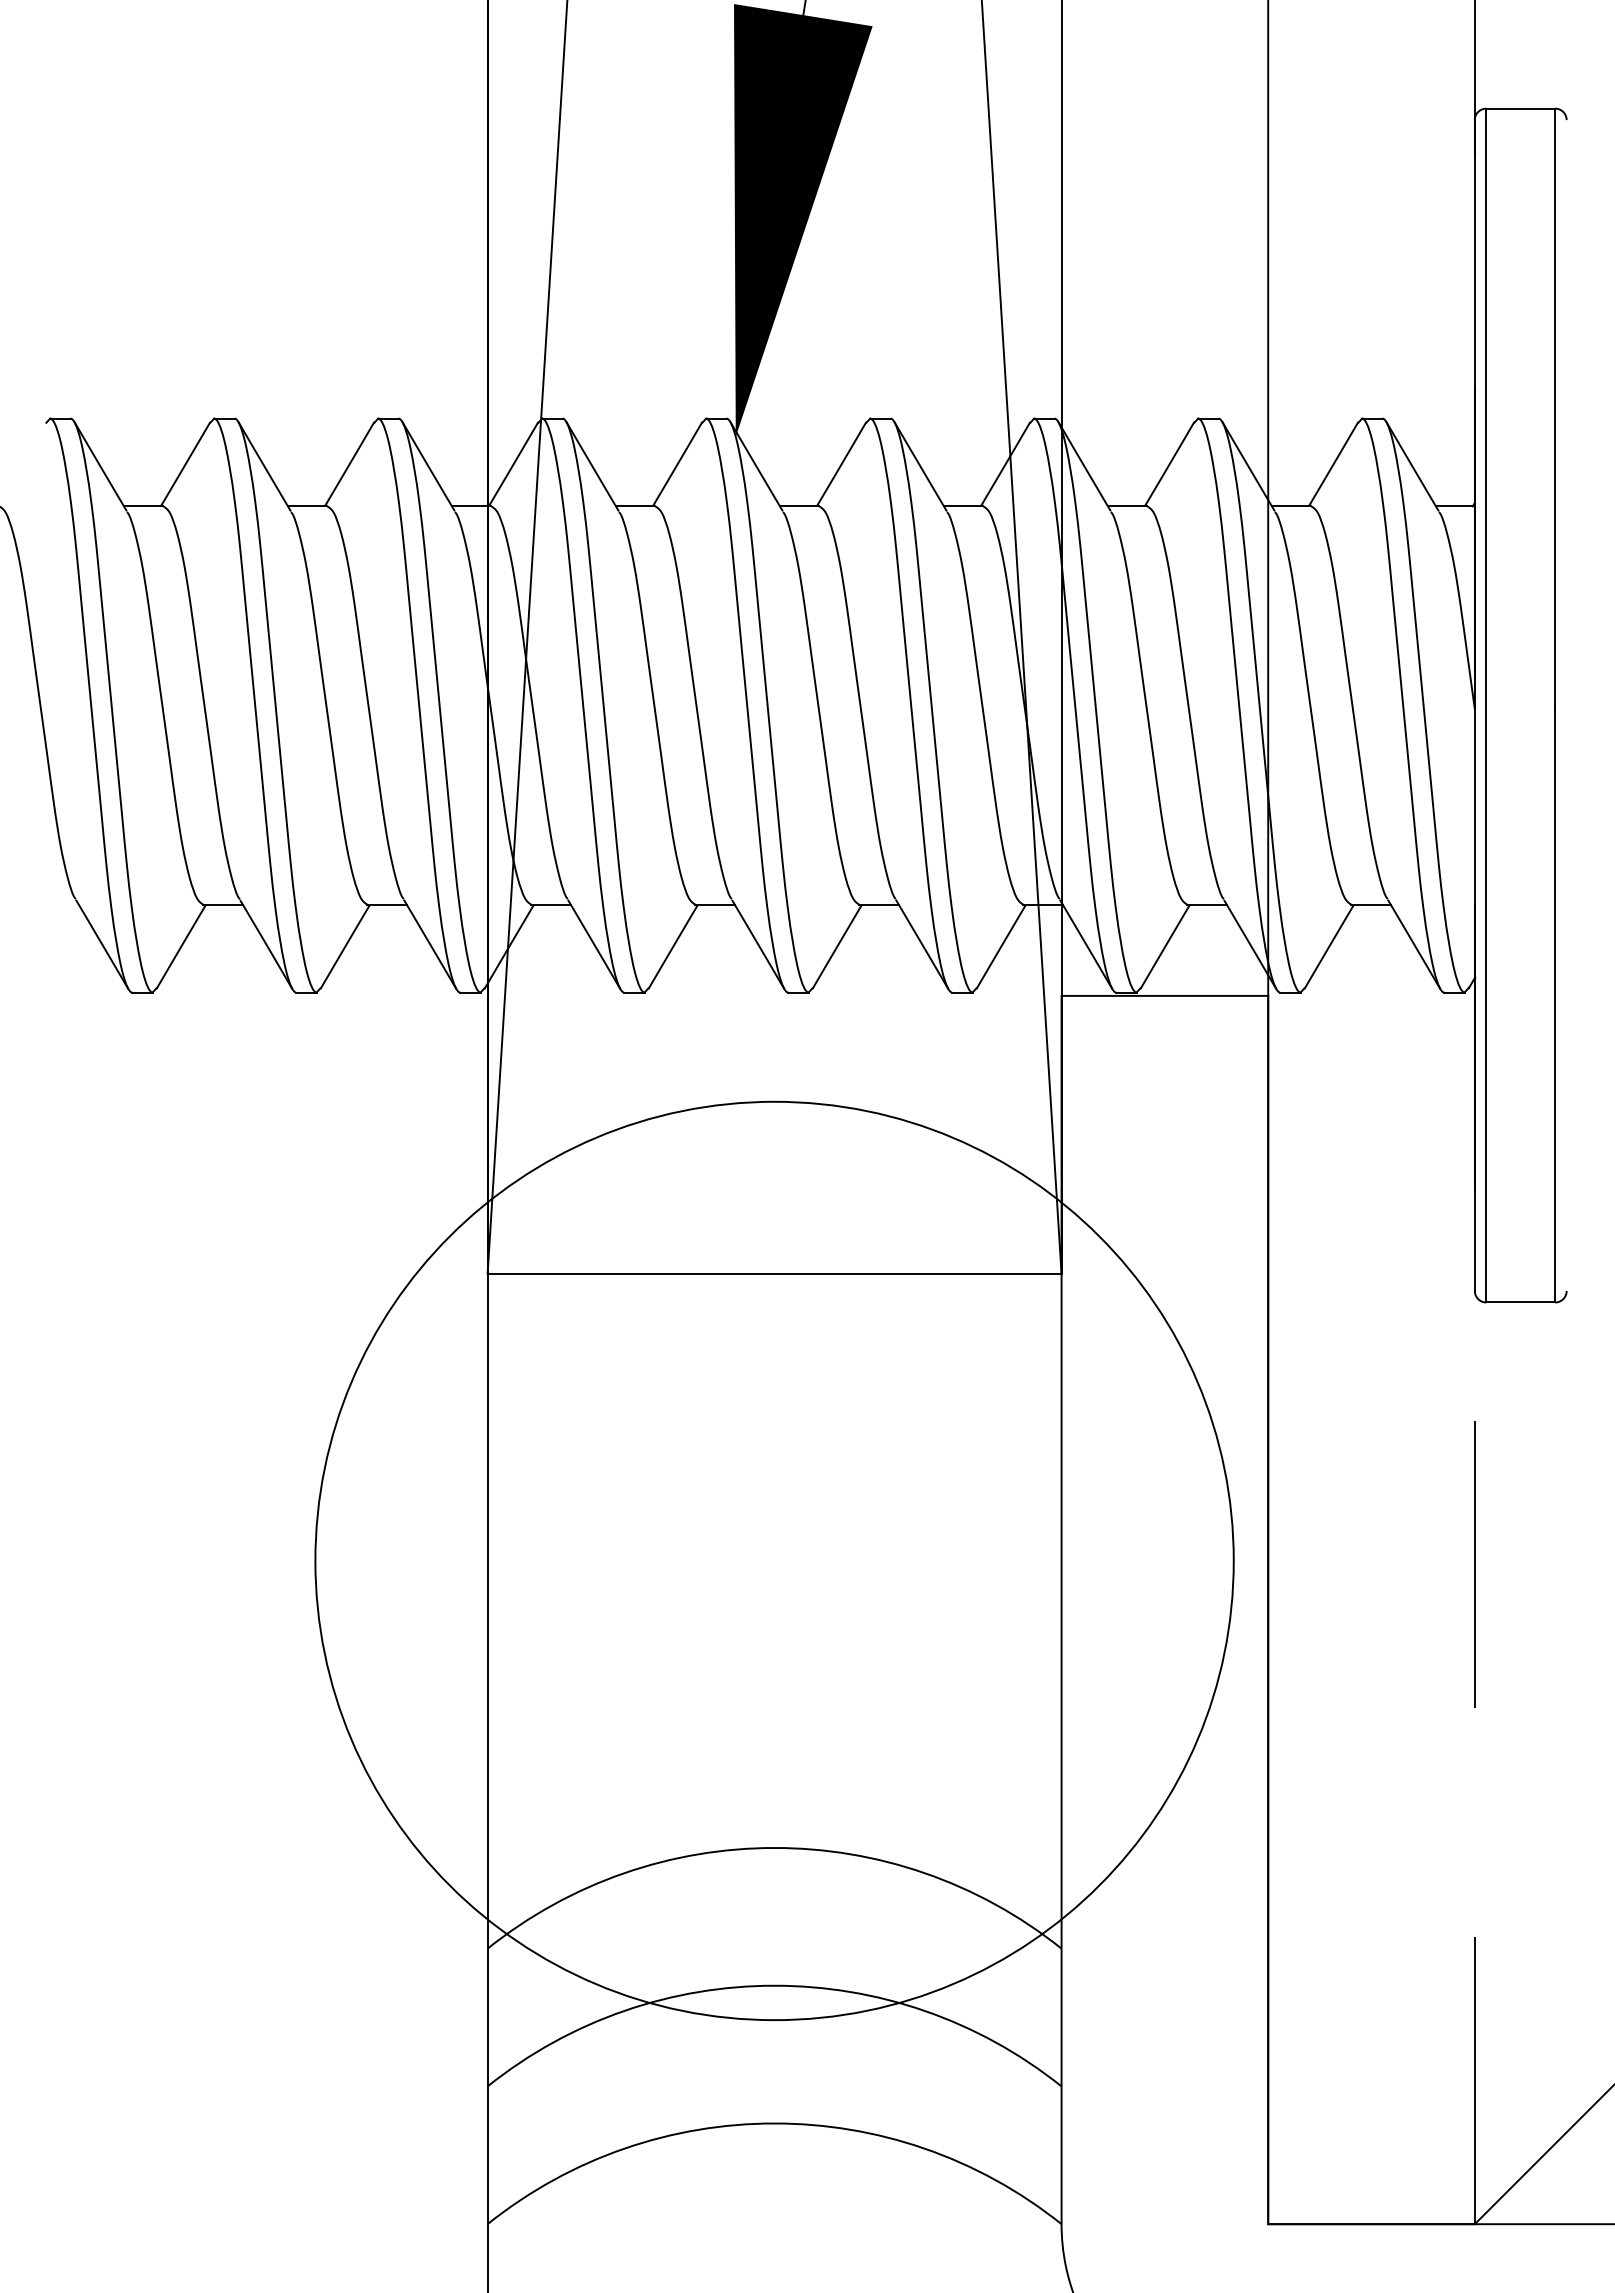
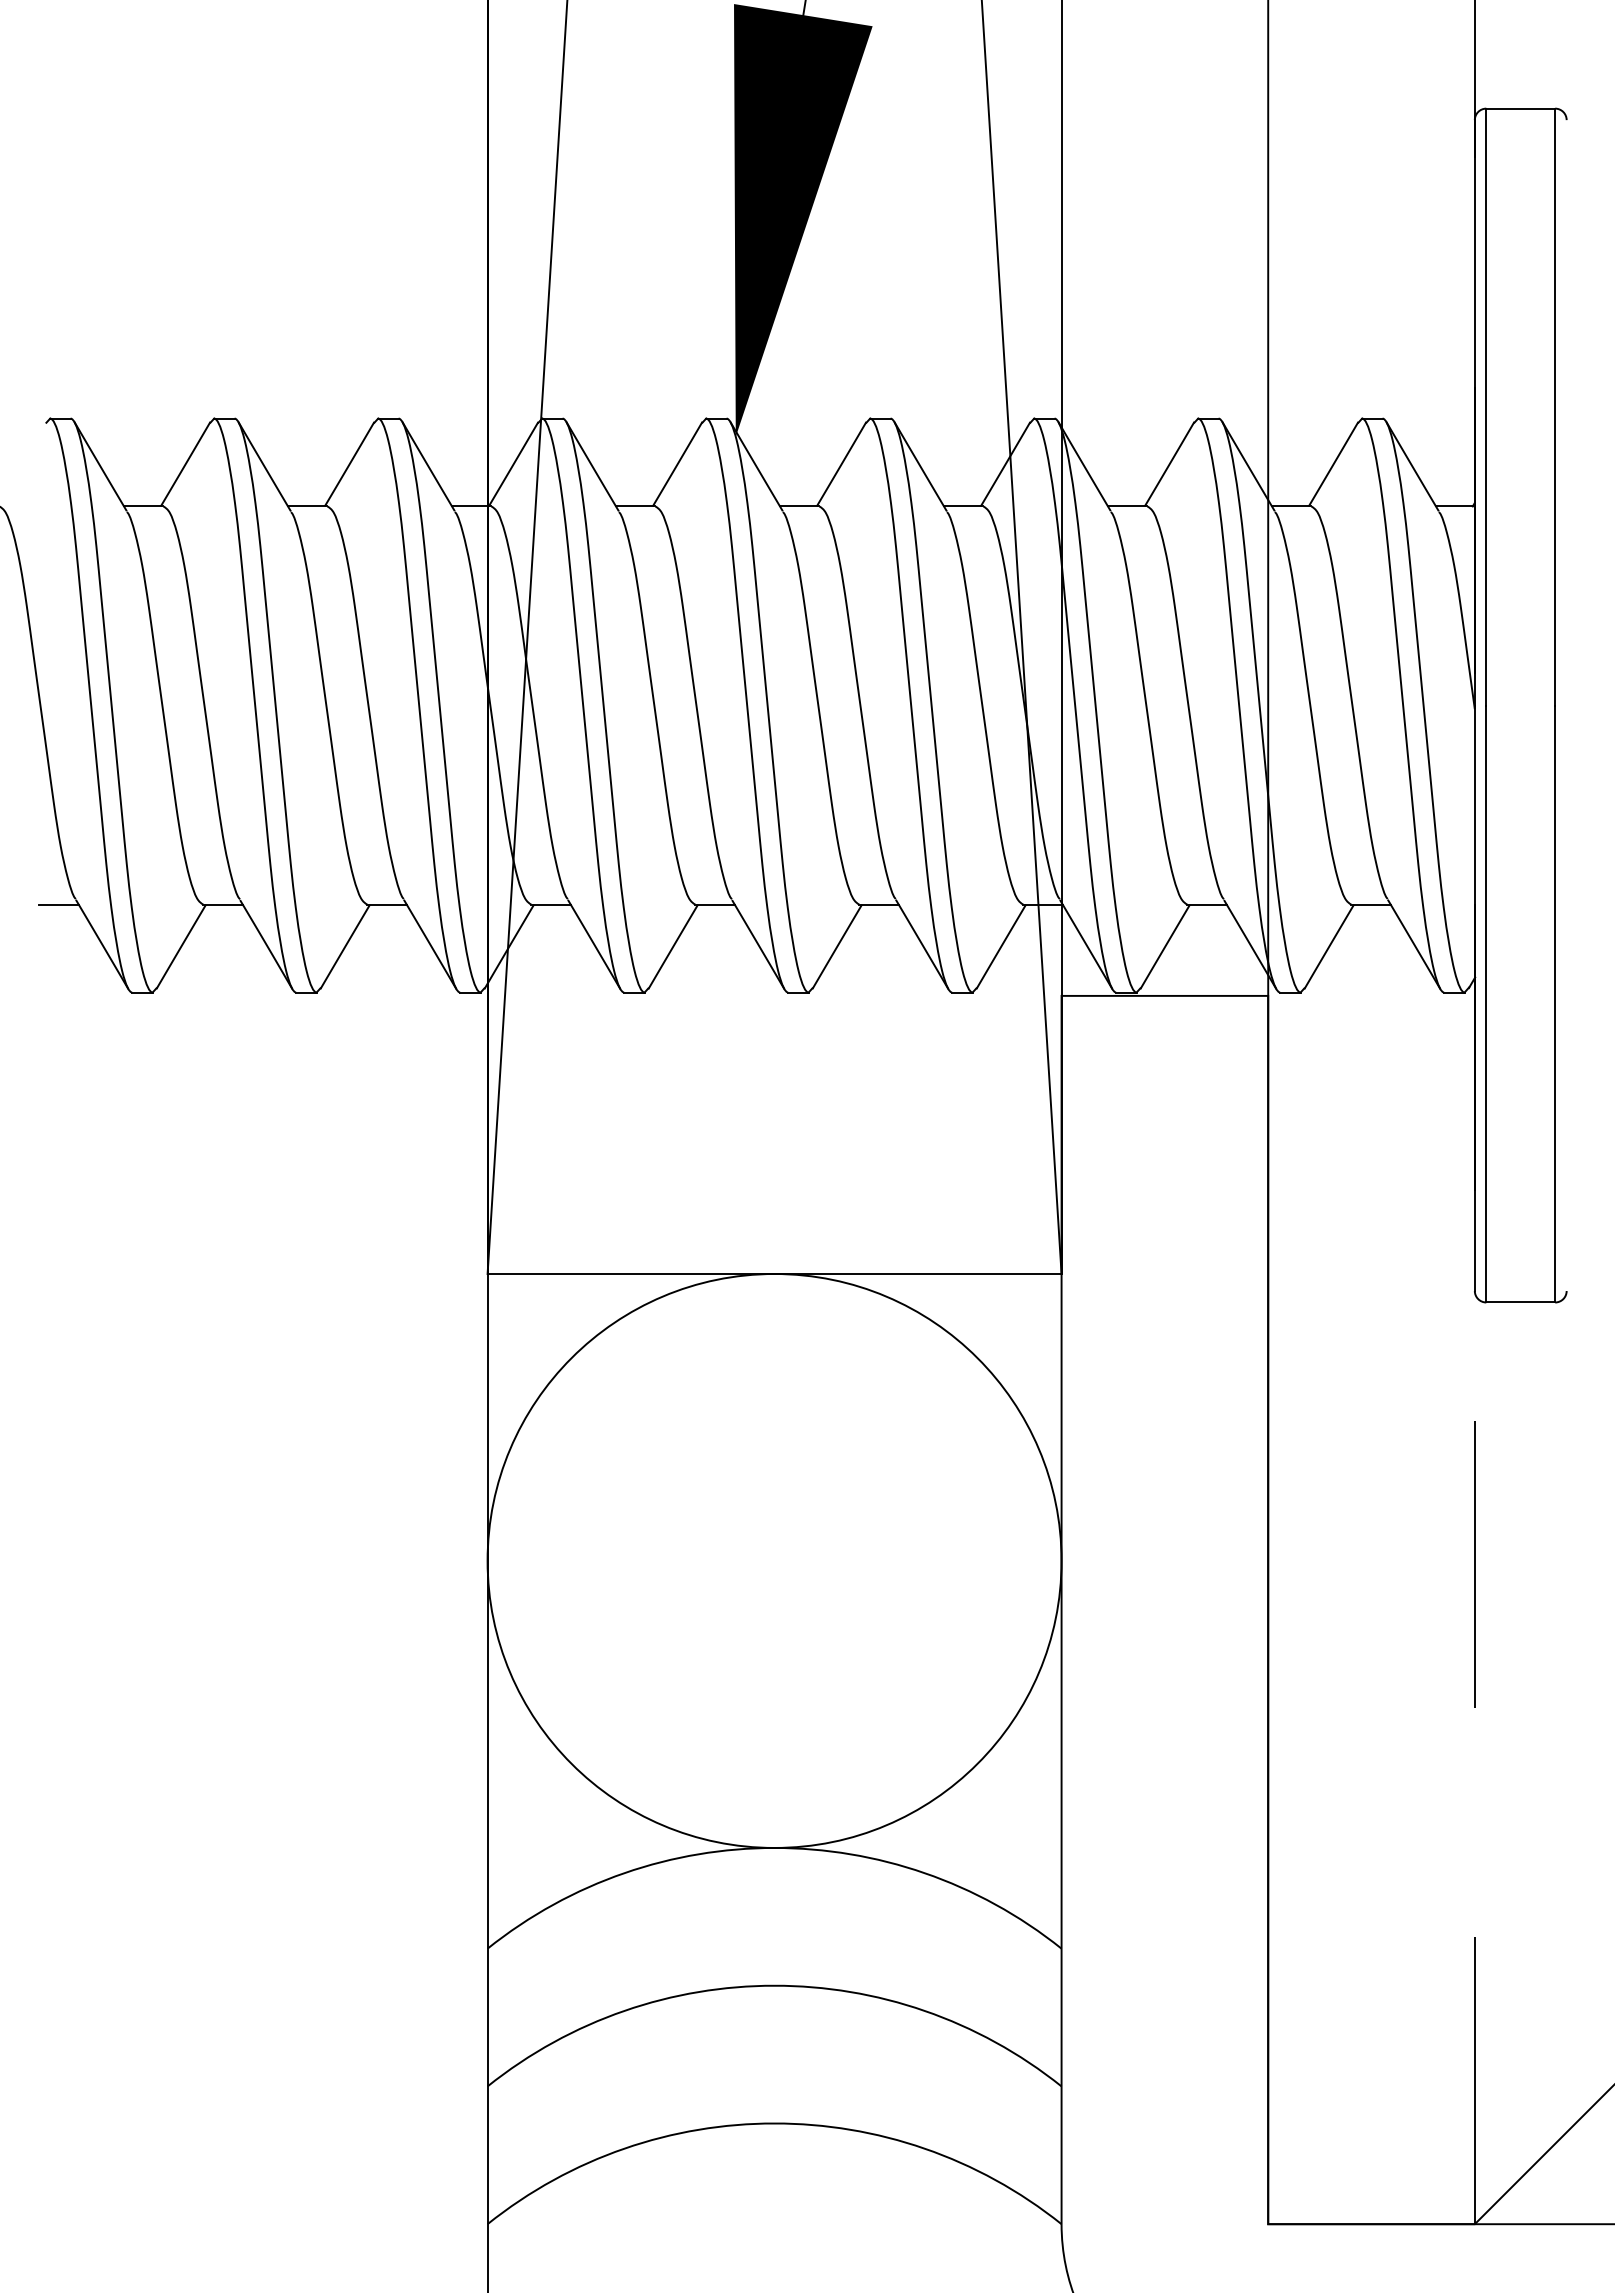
line at (58, 904): none -> present
circle at (774, 1560) diameter: 918 px -> 574 px
